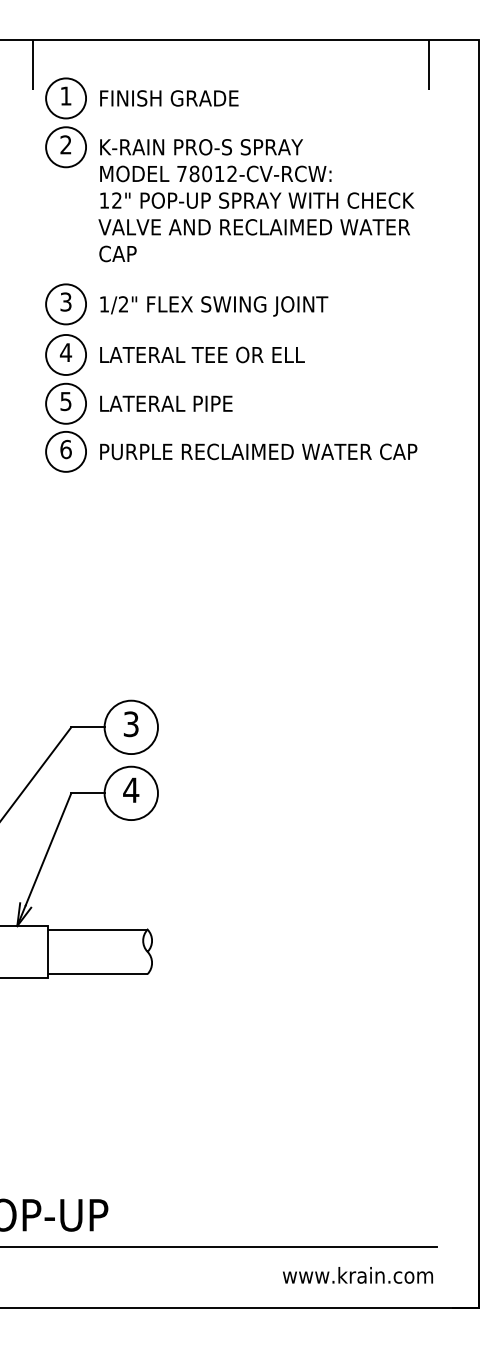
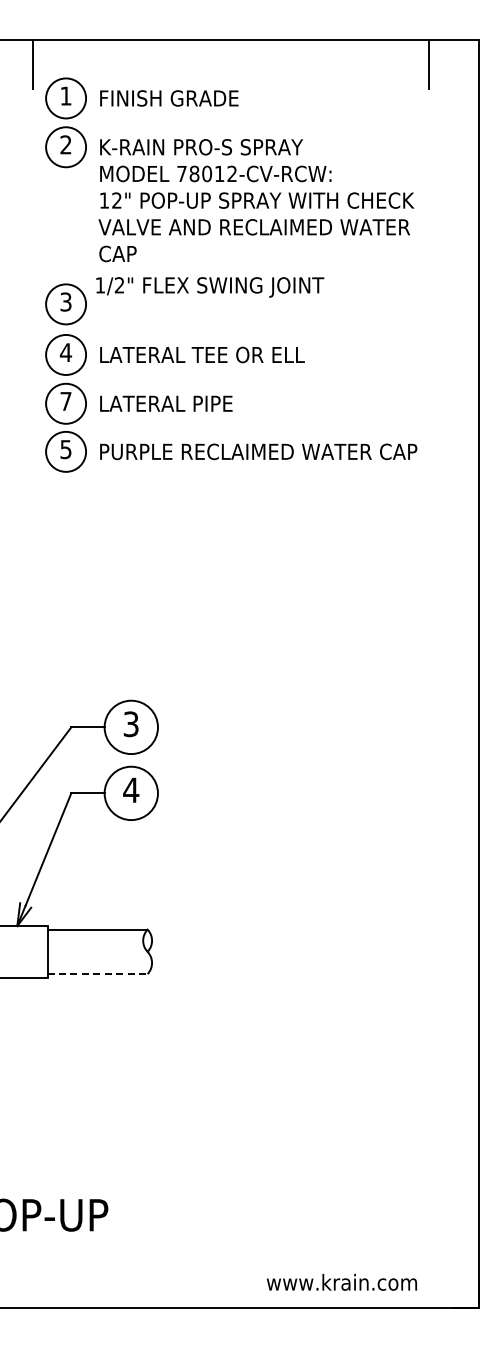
text at (214, 306) position: (214, 306) -> (210, 287)
text at (65, 401): 5 -> 7
text at (65, 449): 6 -> 5
line at (98, 974): solid -> dashed
line at (219, 1246): present -> none
text at (357, 1275) position: (357, 1275) -> (341, 1282)
